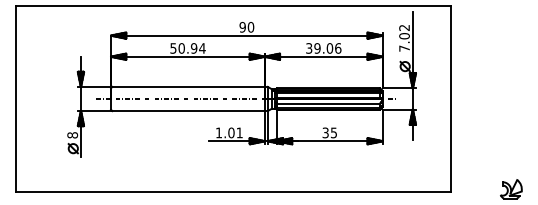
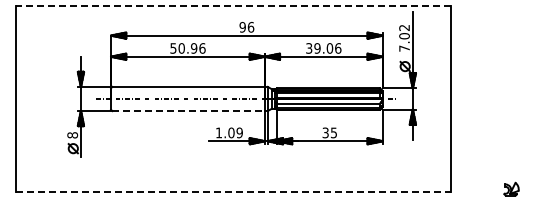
line at (233, 6): solid -> dashed
text at (251, 27): 90 -> 96
text at (202, 48): 50.94 -> 50.96
line at (189, 111): solid -> dashed
text at (239, 132): 1.01 -> 1.09
part at (511, 189) size: 23x21 px -> 17x16 px
line at (234, 191): solid -> dashed
